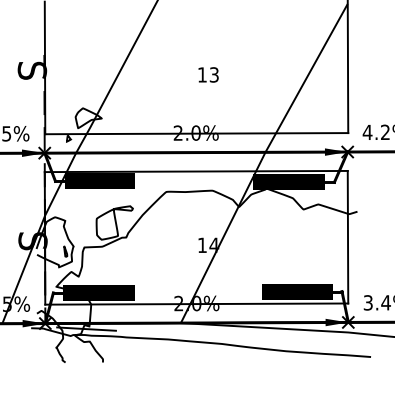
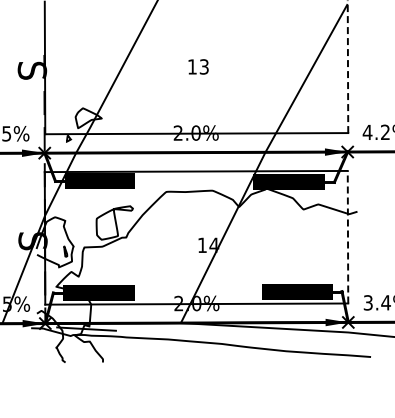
line at (347, 66): solid -> dashed
text at (208, 74) position: (208, 74) -> (198, 66)
line at (348, 236): solid -> dashed
